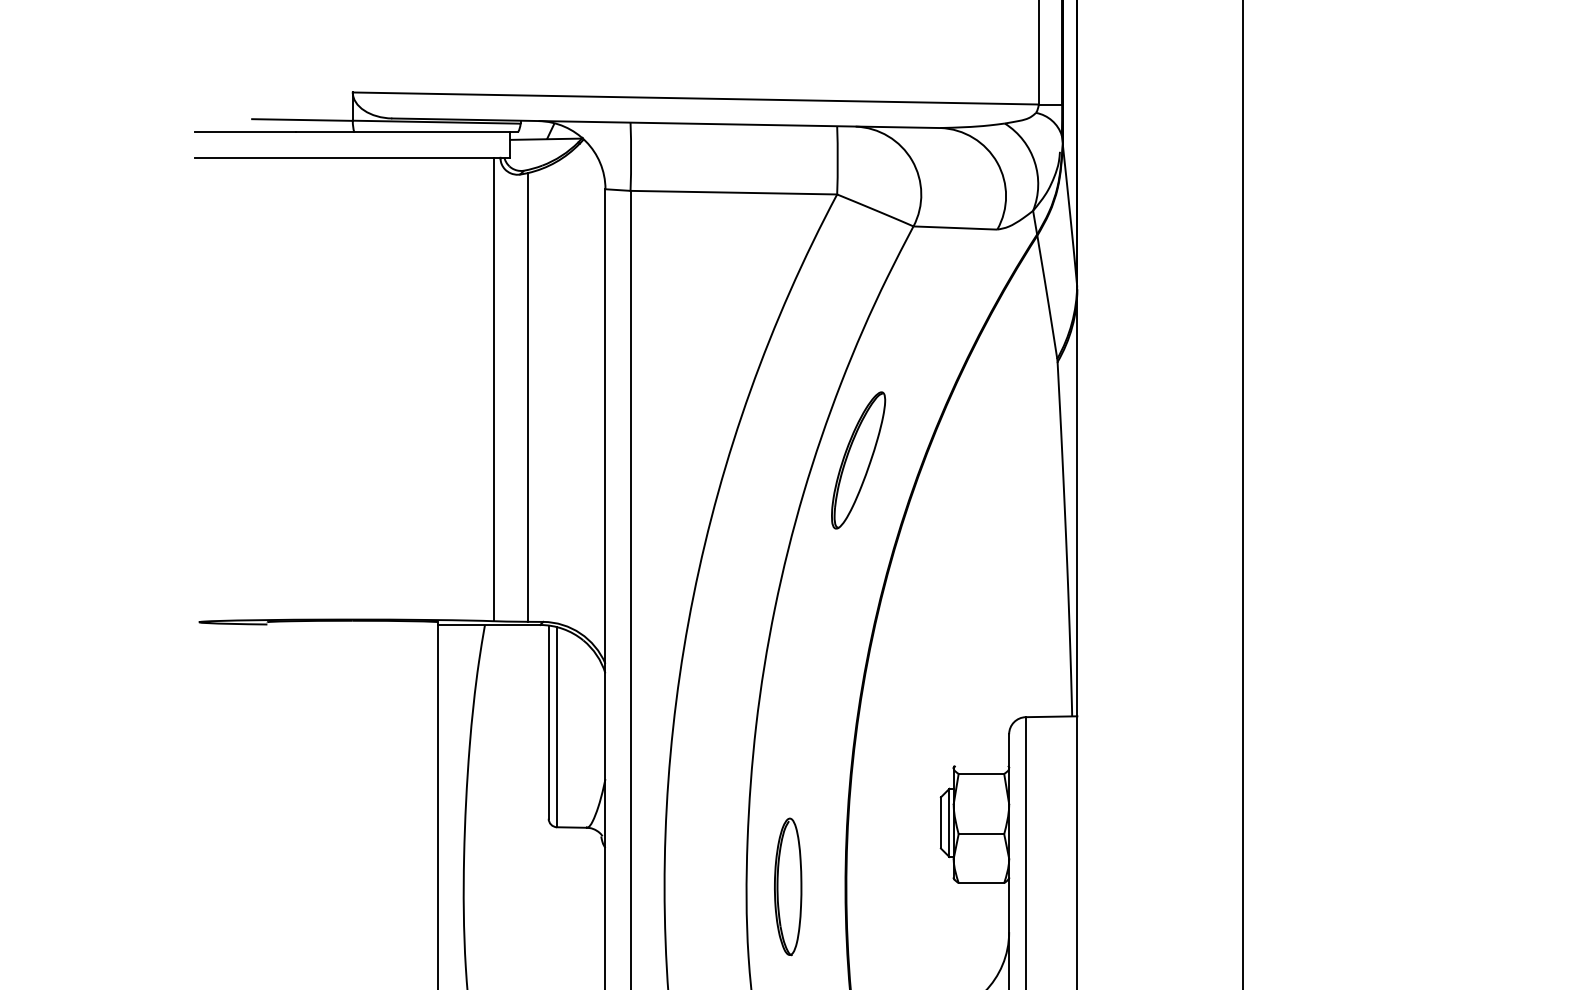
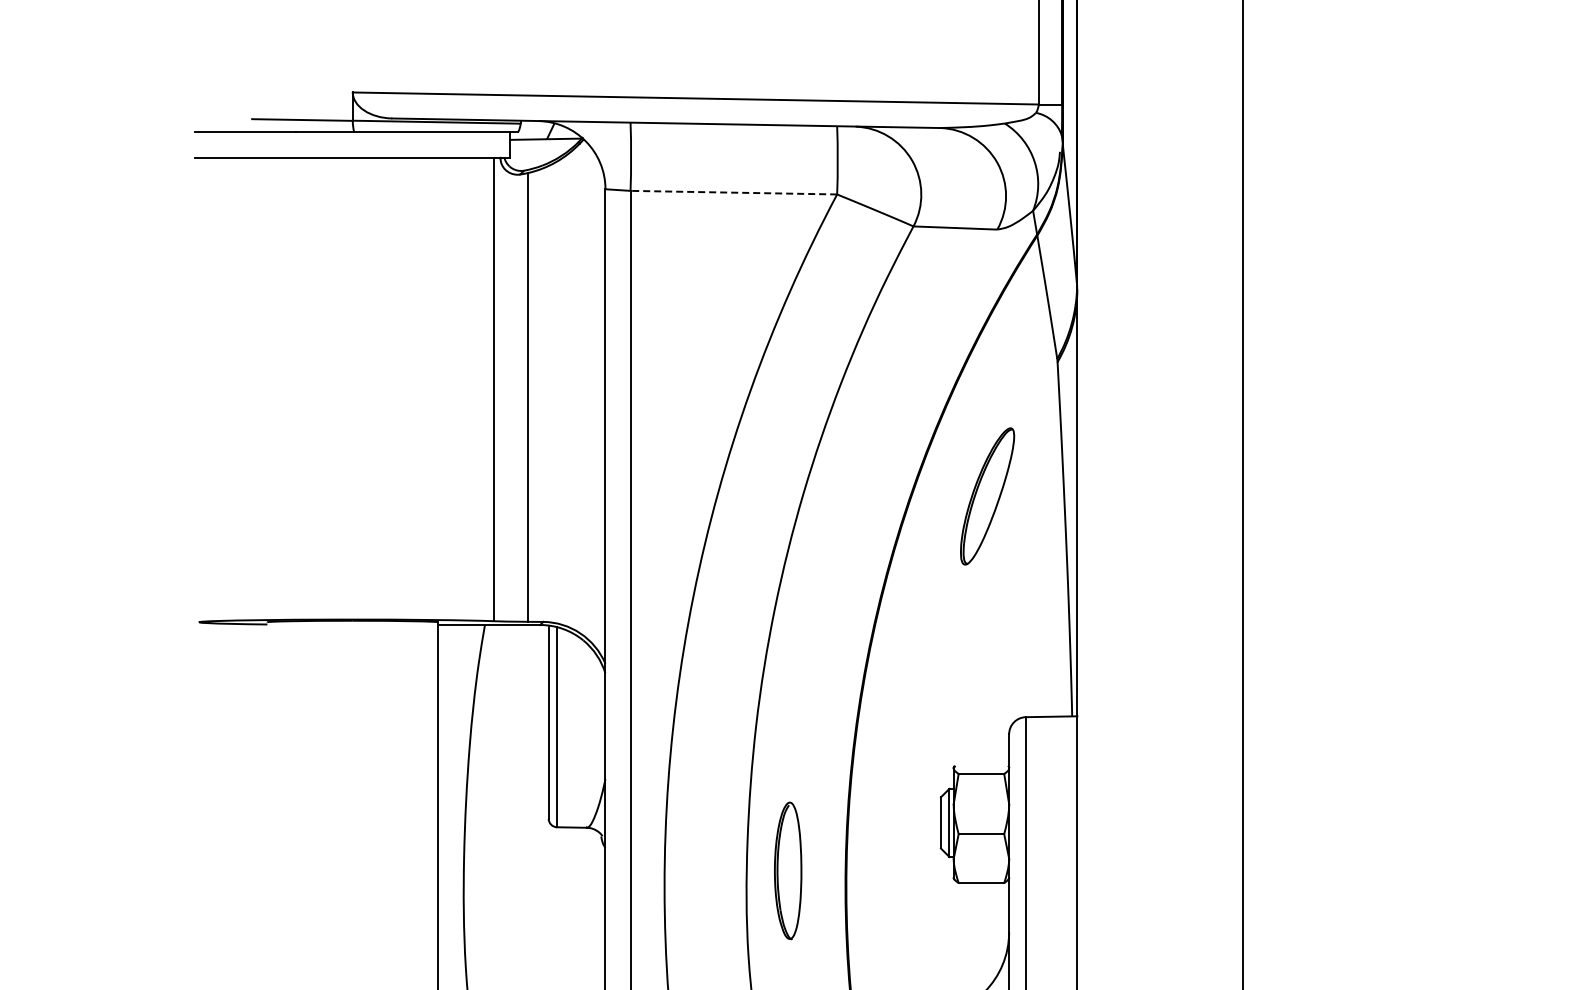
line at (733, 192): solid -> dashed
part at (858, 460) position: (858, 460) -> (987, 496)
part at (788, 886) position: (788, 886) -> (788, 870)
